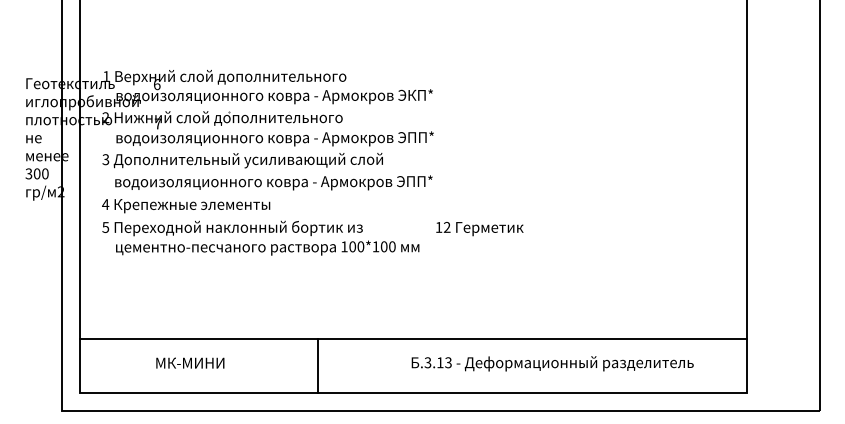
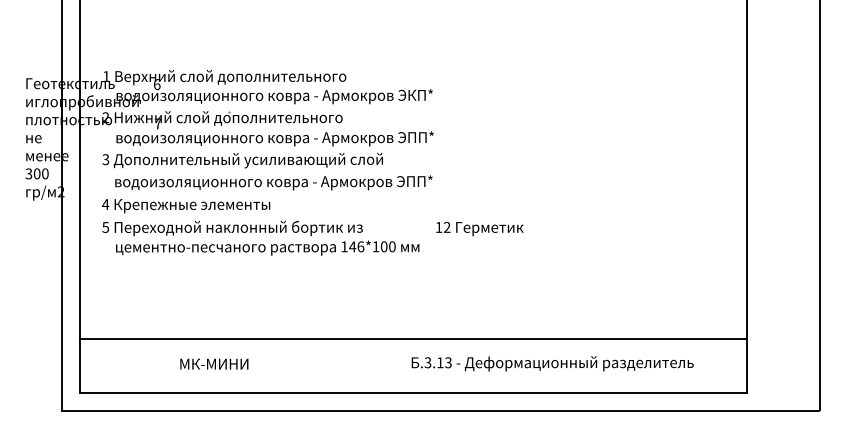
text at (356, 246): 100*100 -> 146*100
text at (190, 362) position: (190, 362) -> (214, 363)
line at (318, 365): present -> none
